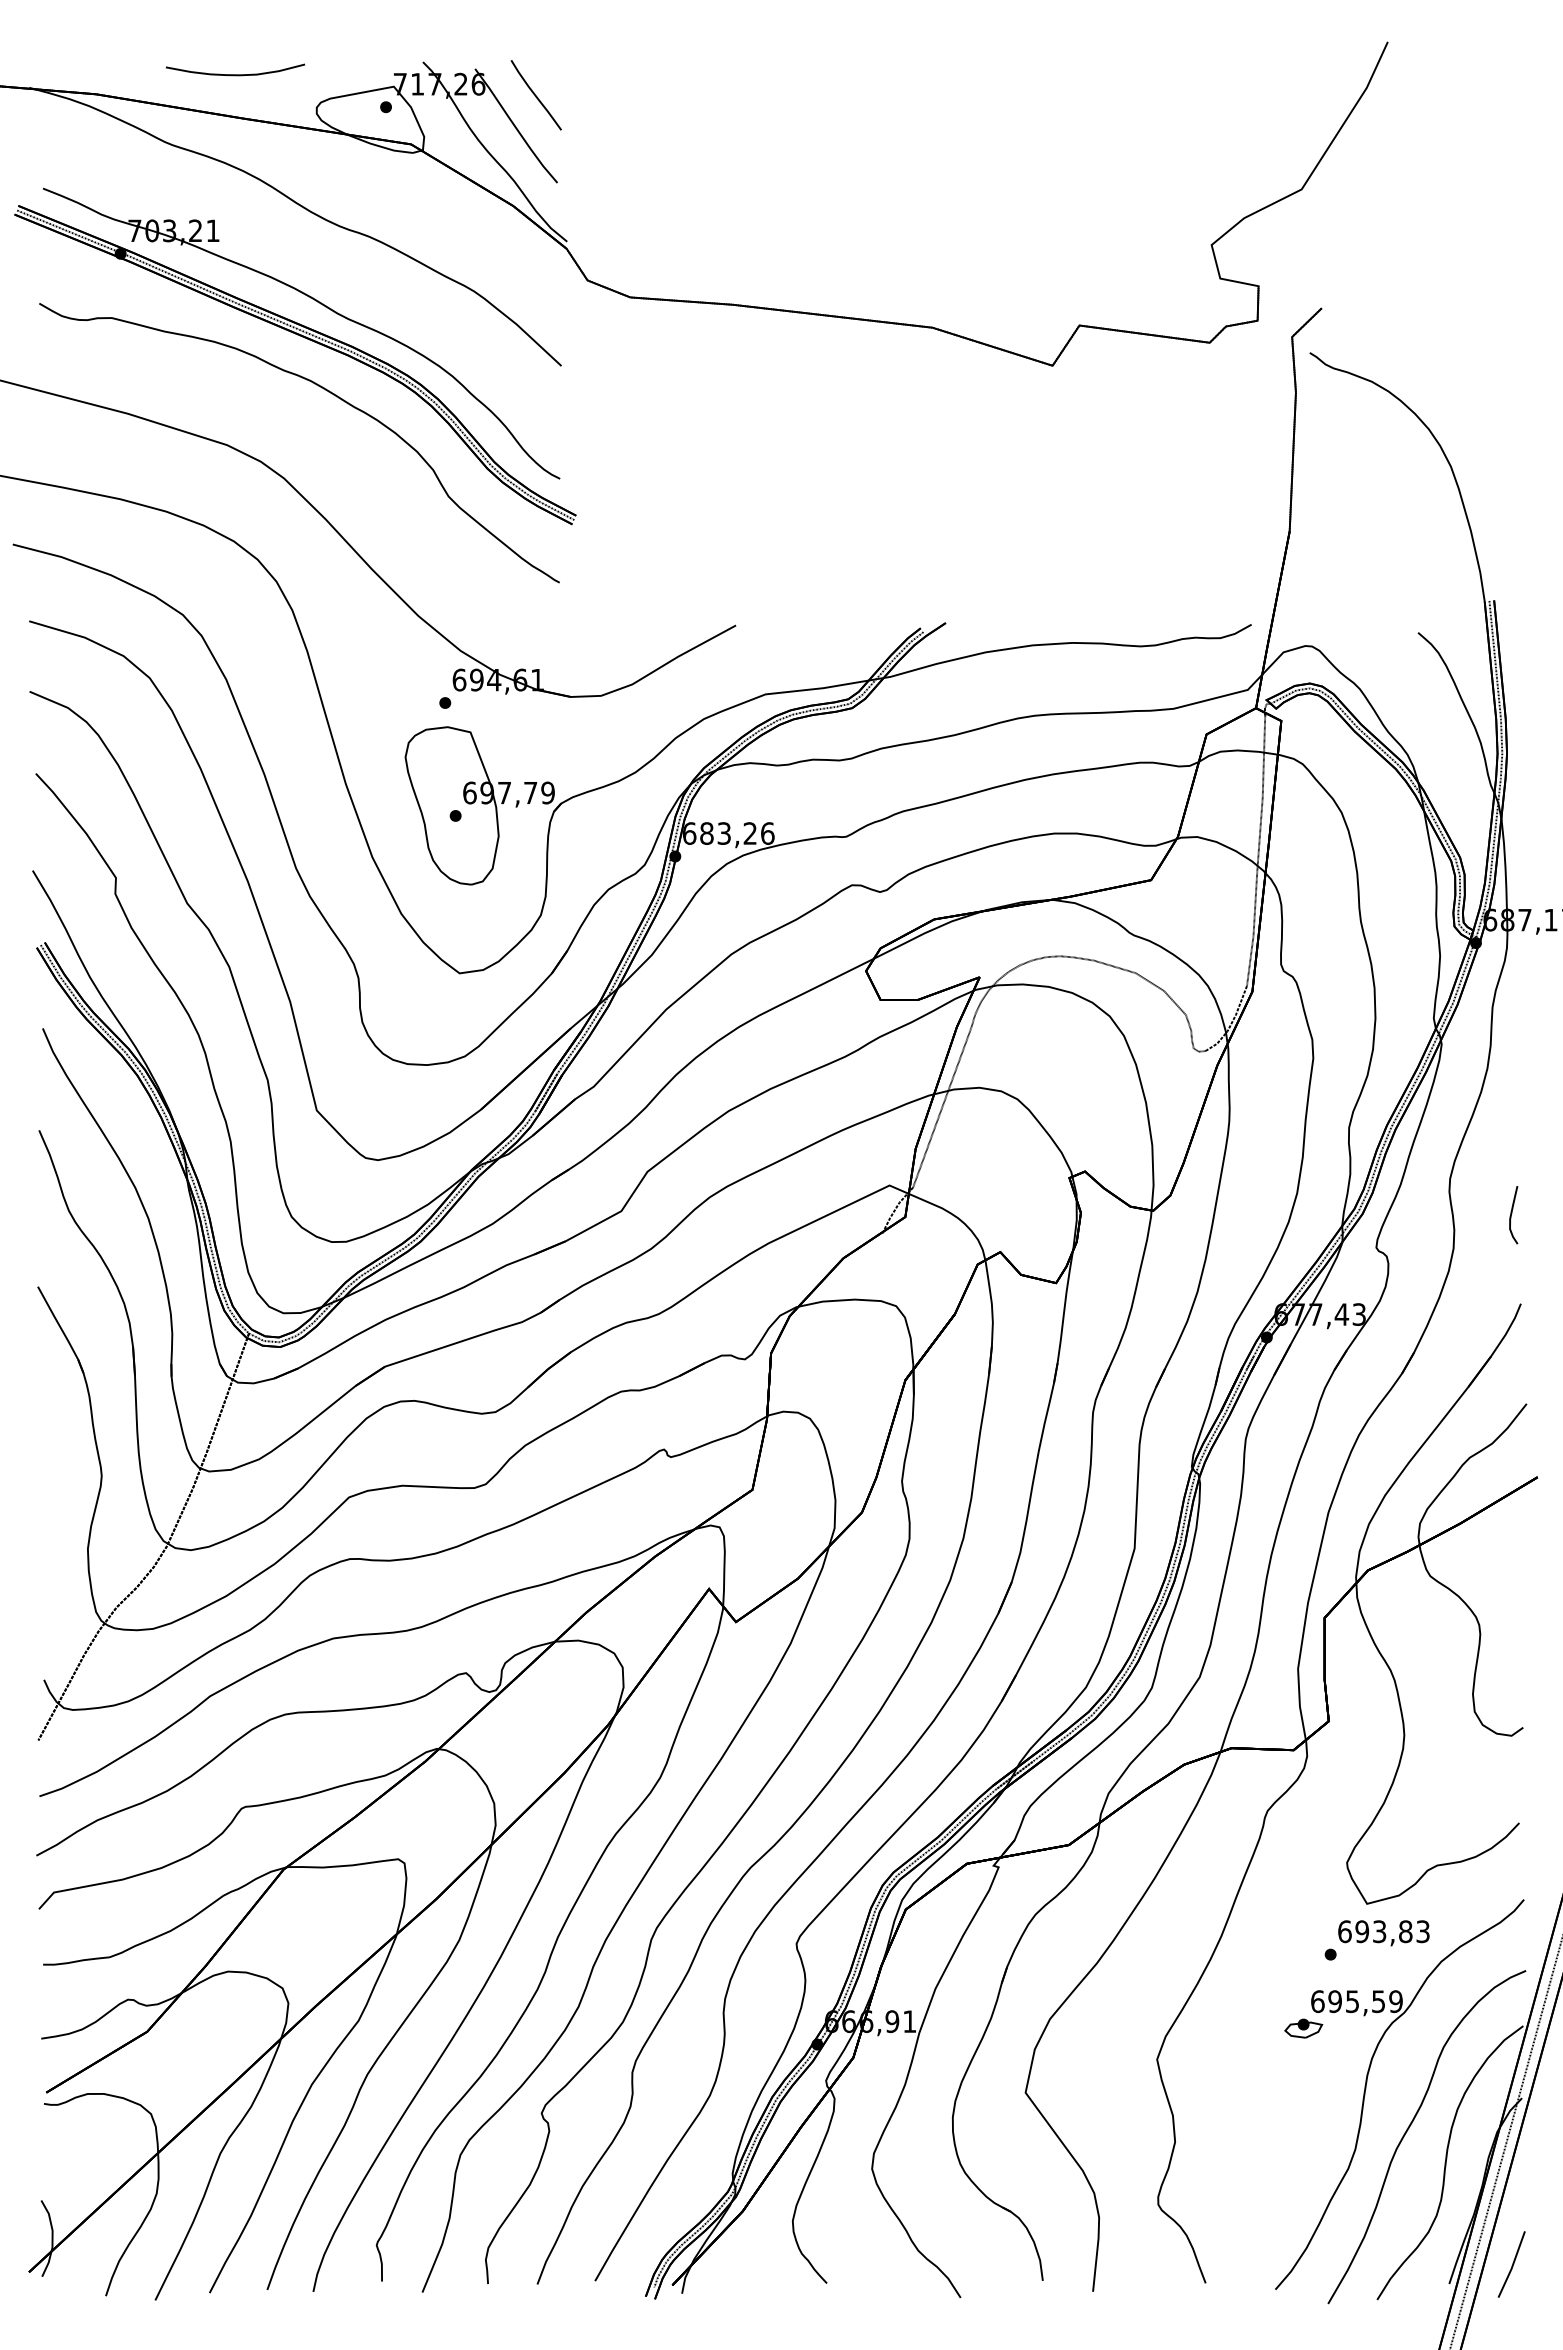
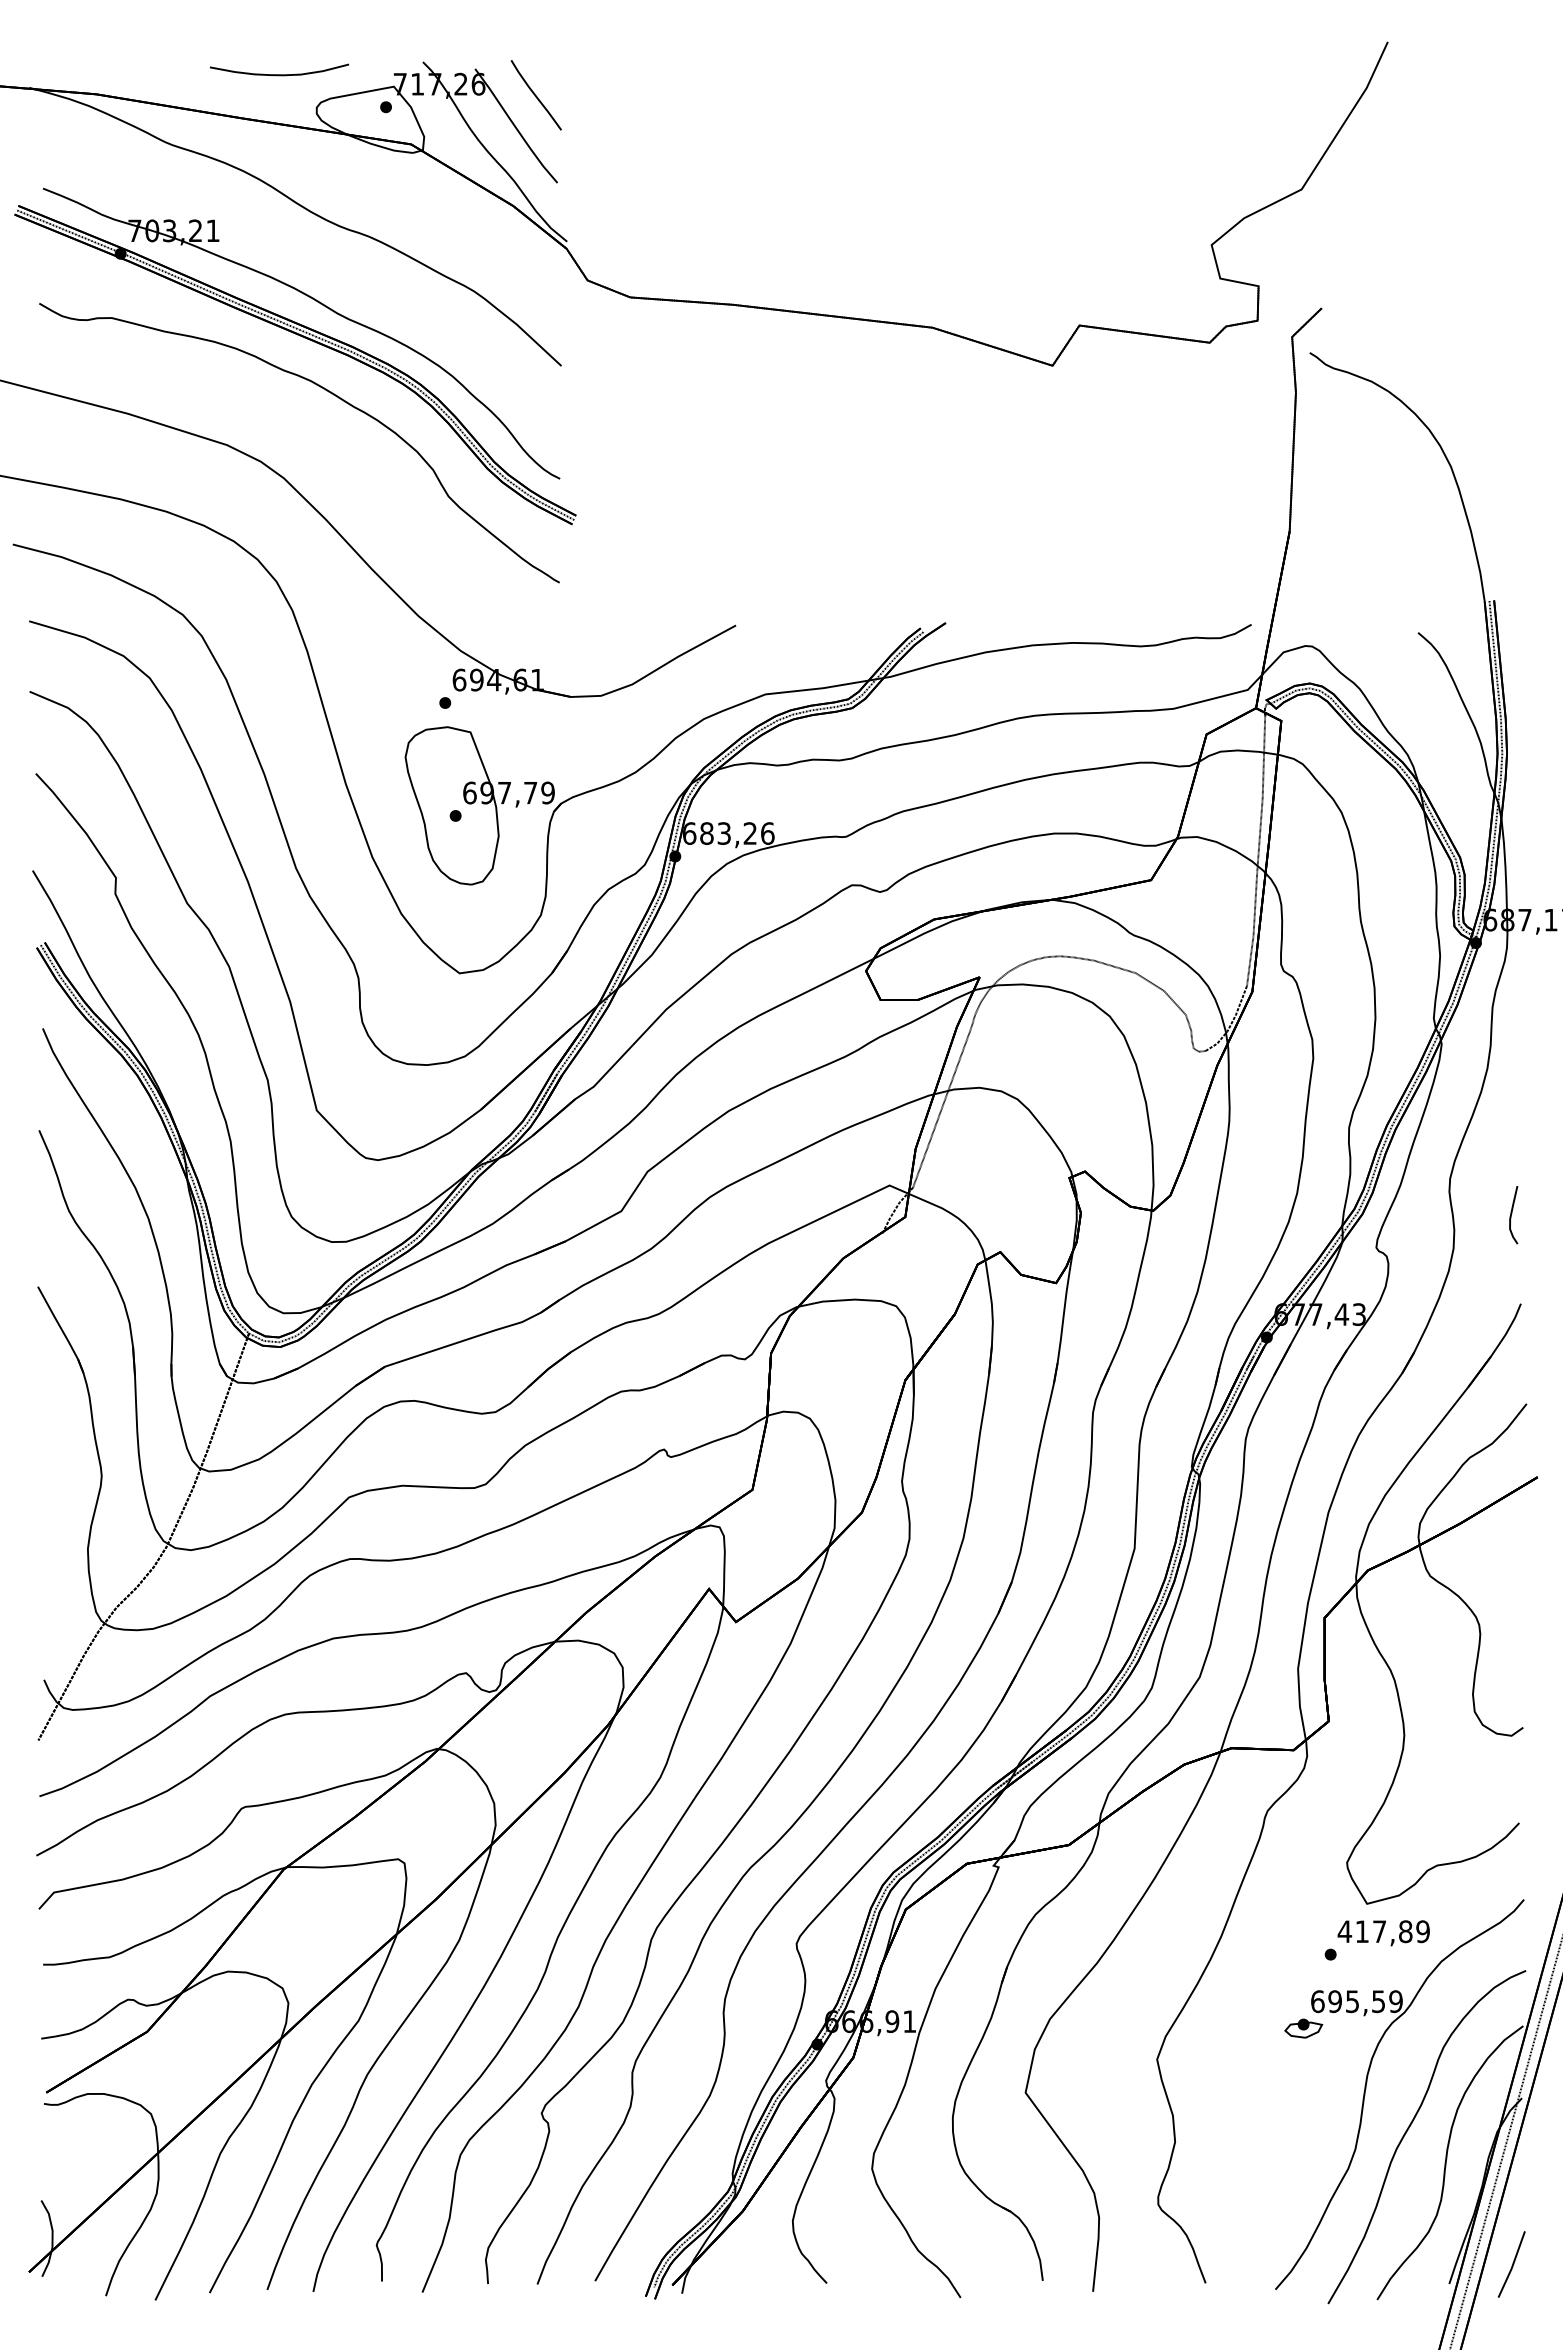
curve at (235, 74) position: (235, 74) -> (279, 74)
text at (1383, 1931): 693,83 -> 417,89
